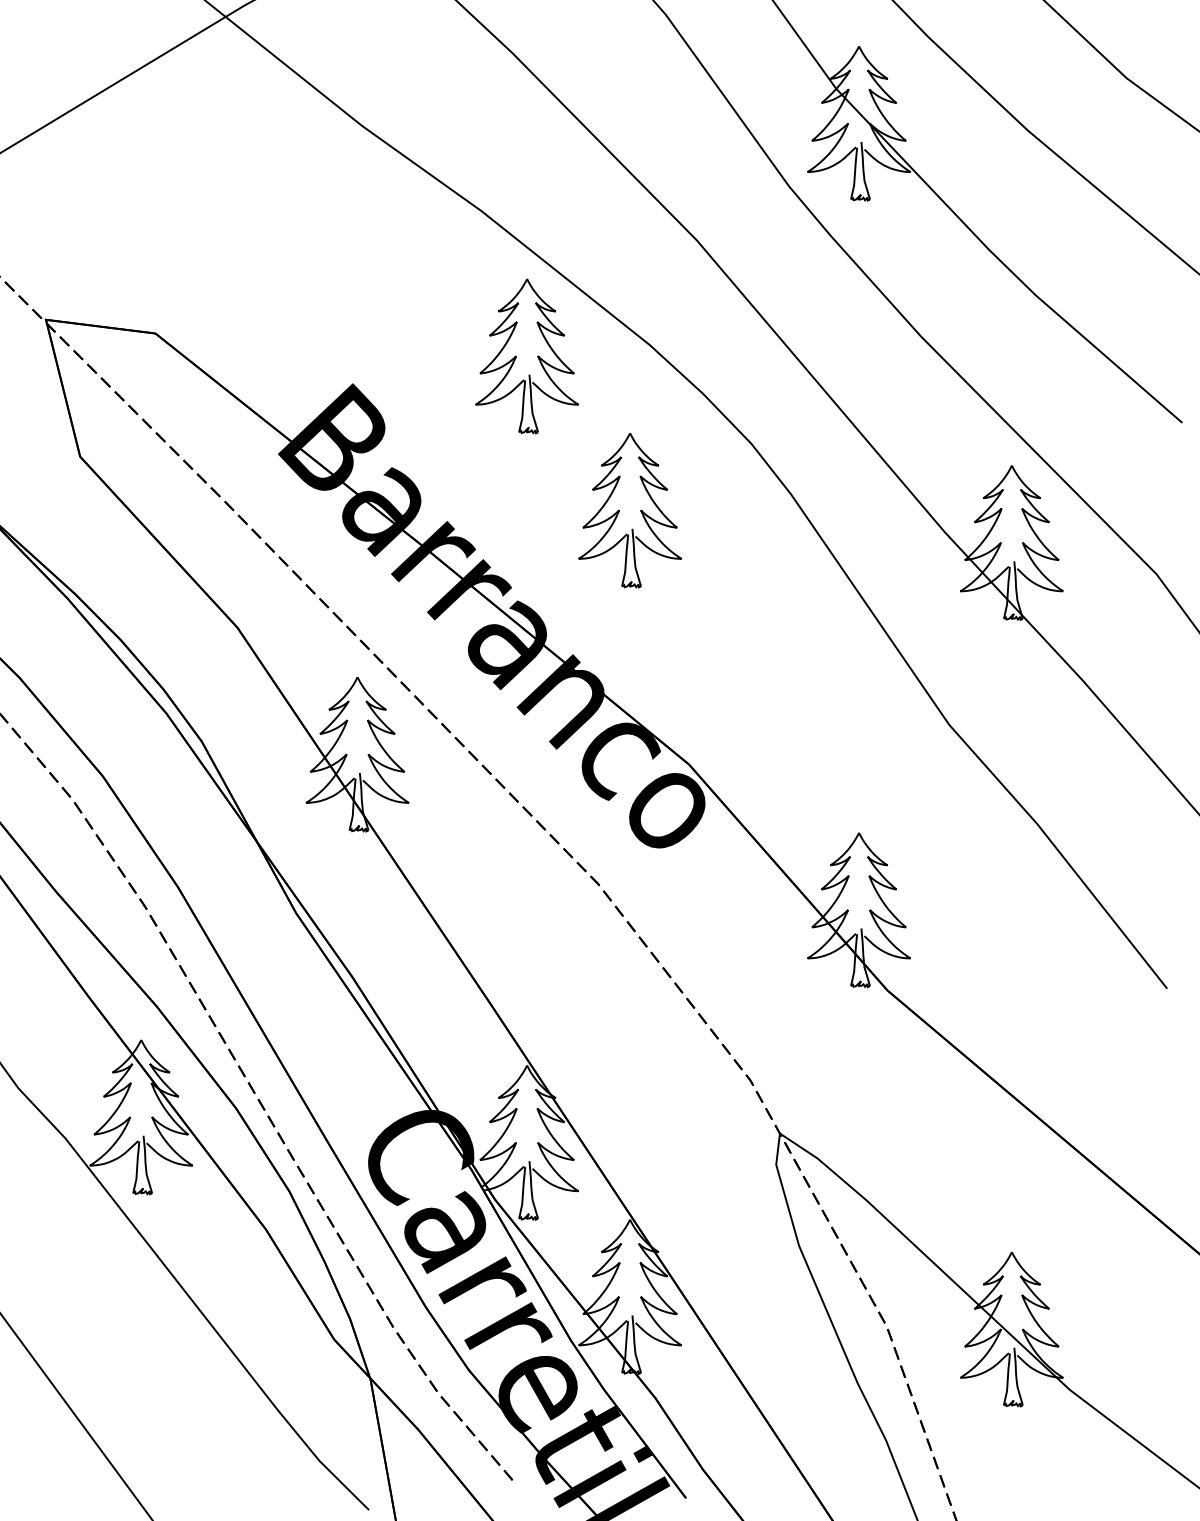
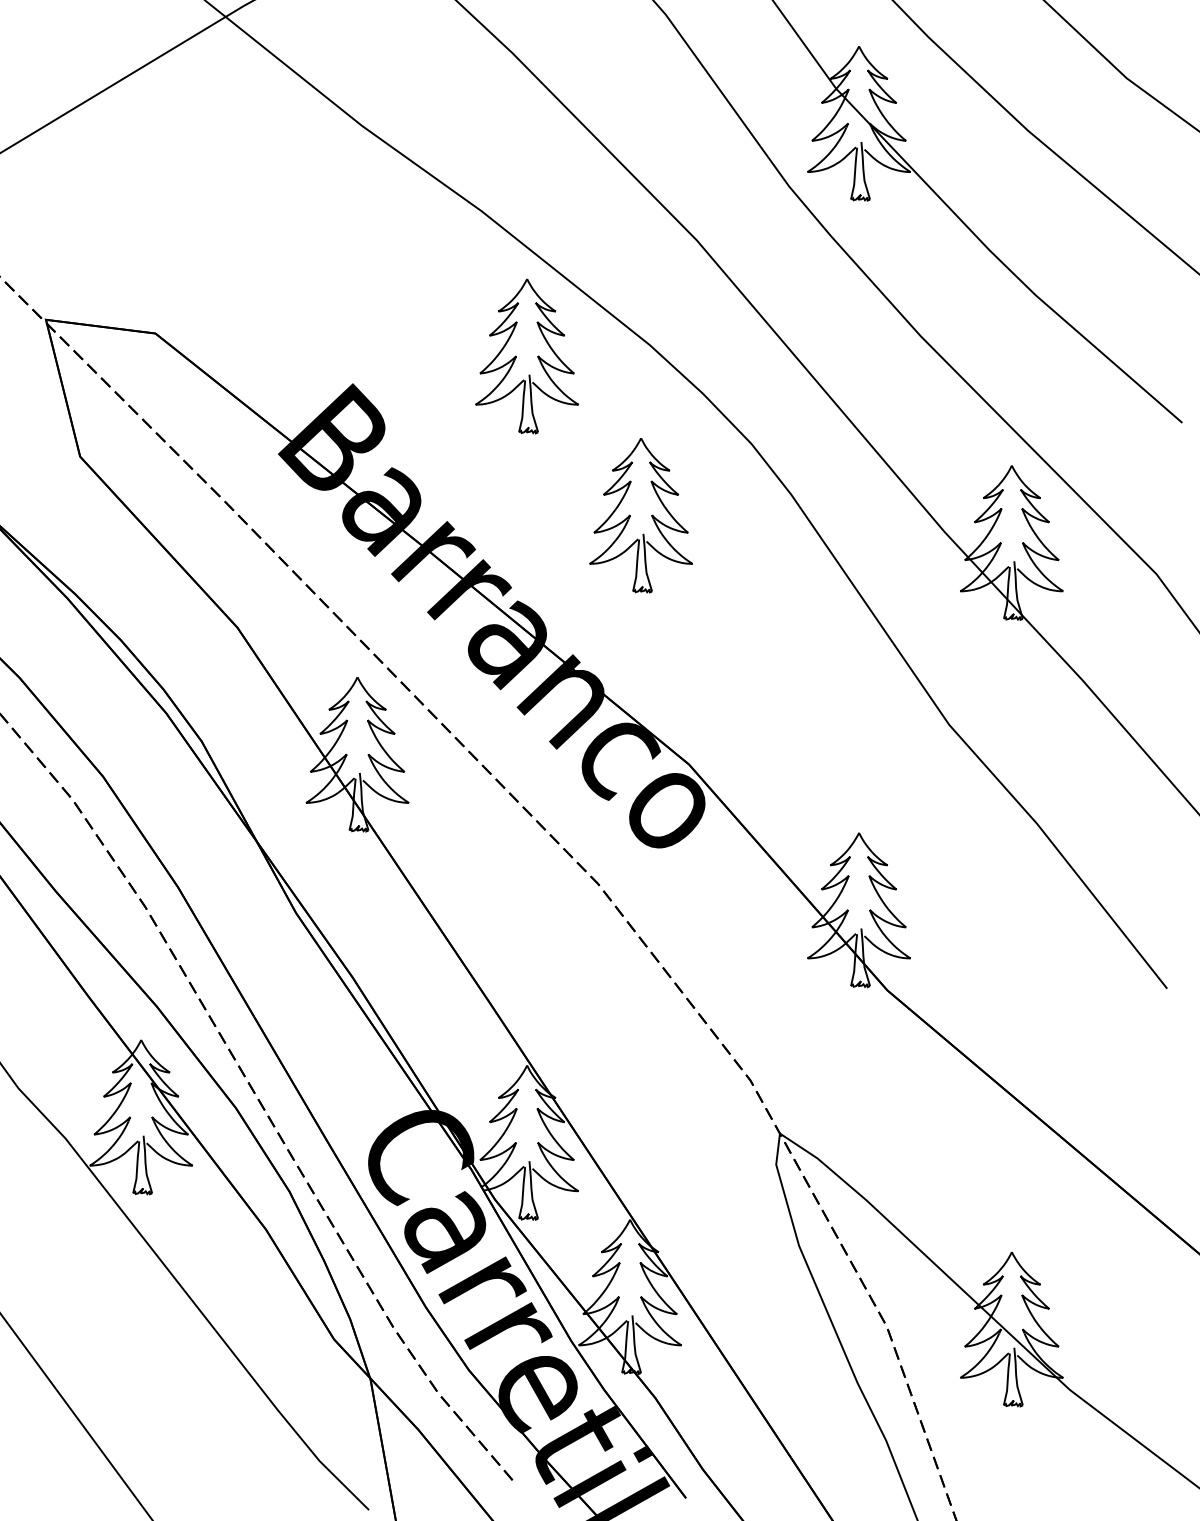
part at (629, 510) position: (629, 510) -> (640, 515)
